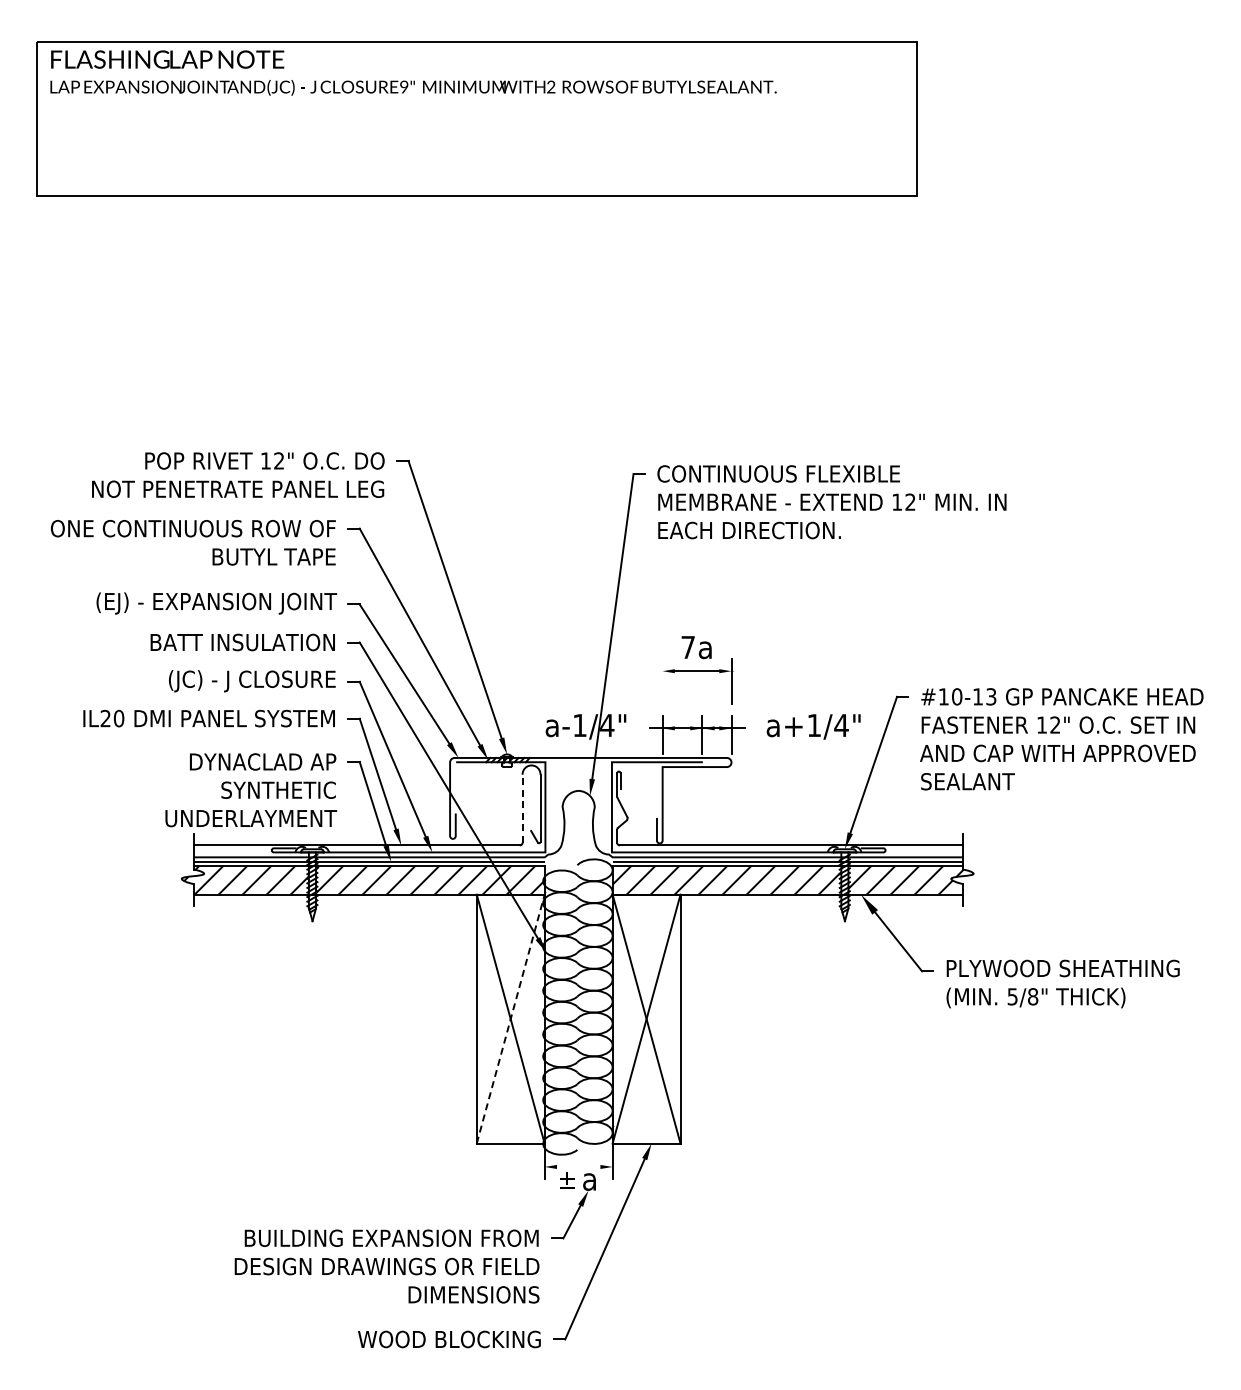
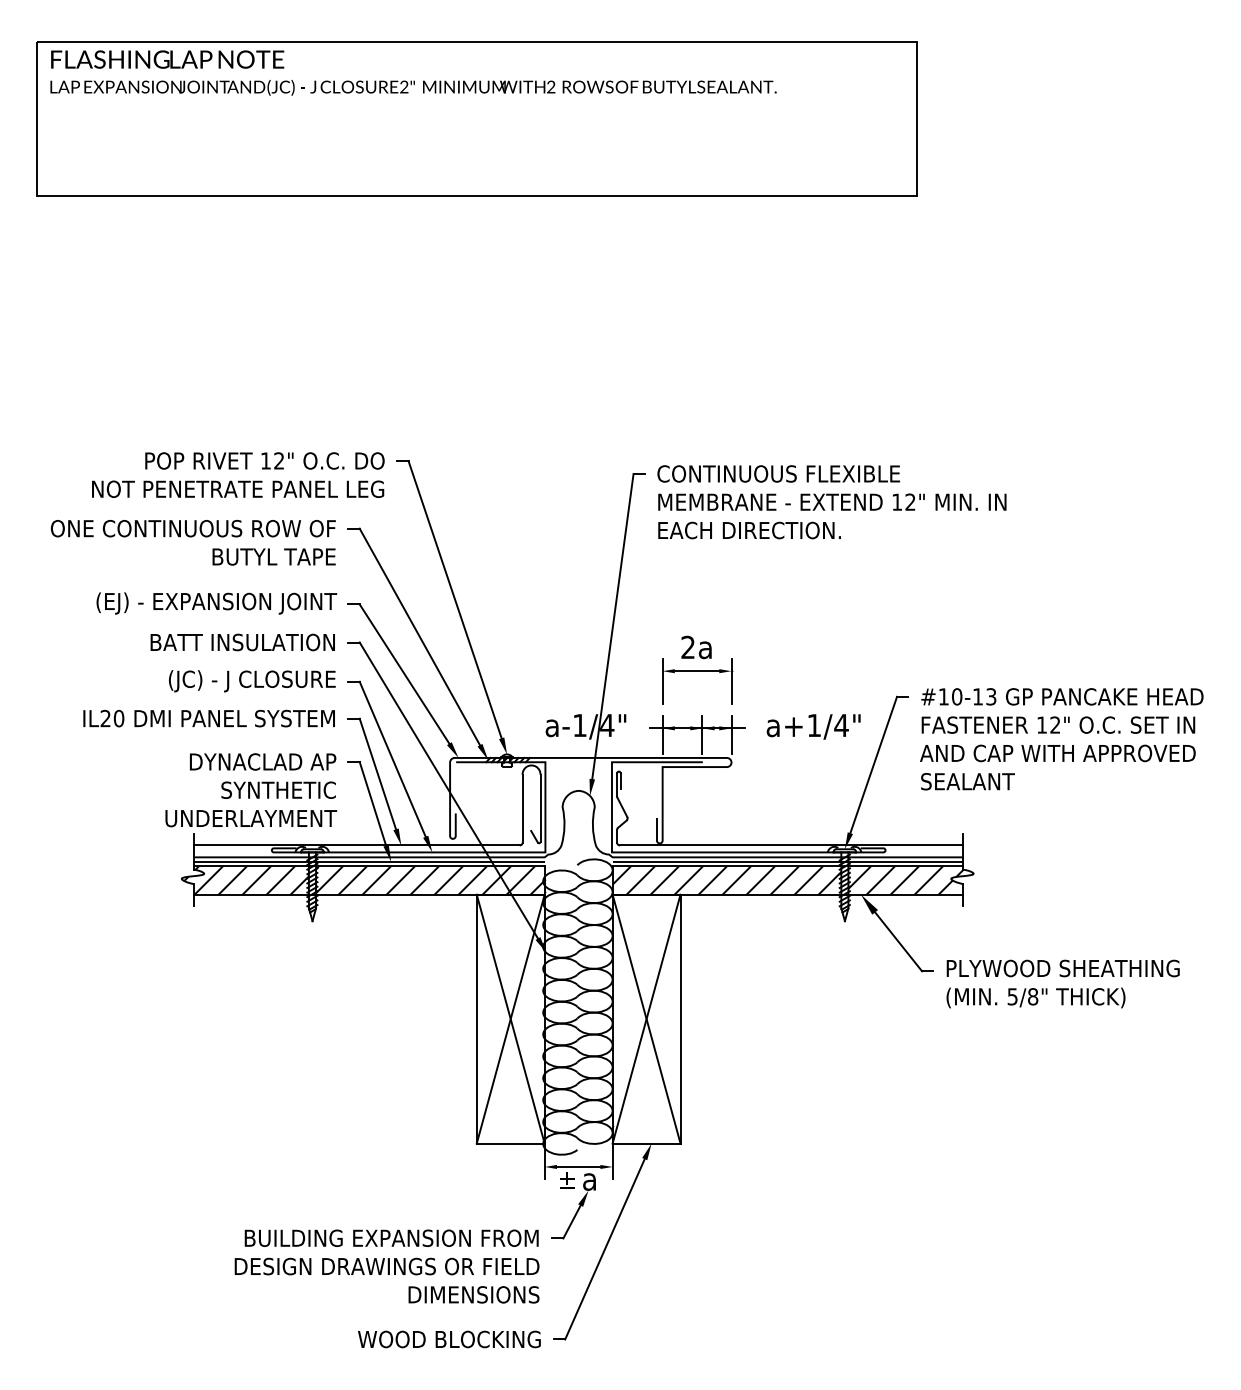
text at (404, 87): 9" -> 2"
text at (687, 646): 7a -> 2a
line at (662, 681): none -> present
line at (522, 808): dashed -> solid
line at (510, 1019): dashed -> solid
line at (578, 1166): none -> present
